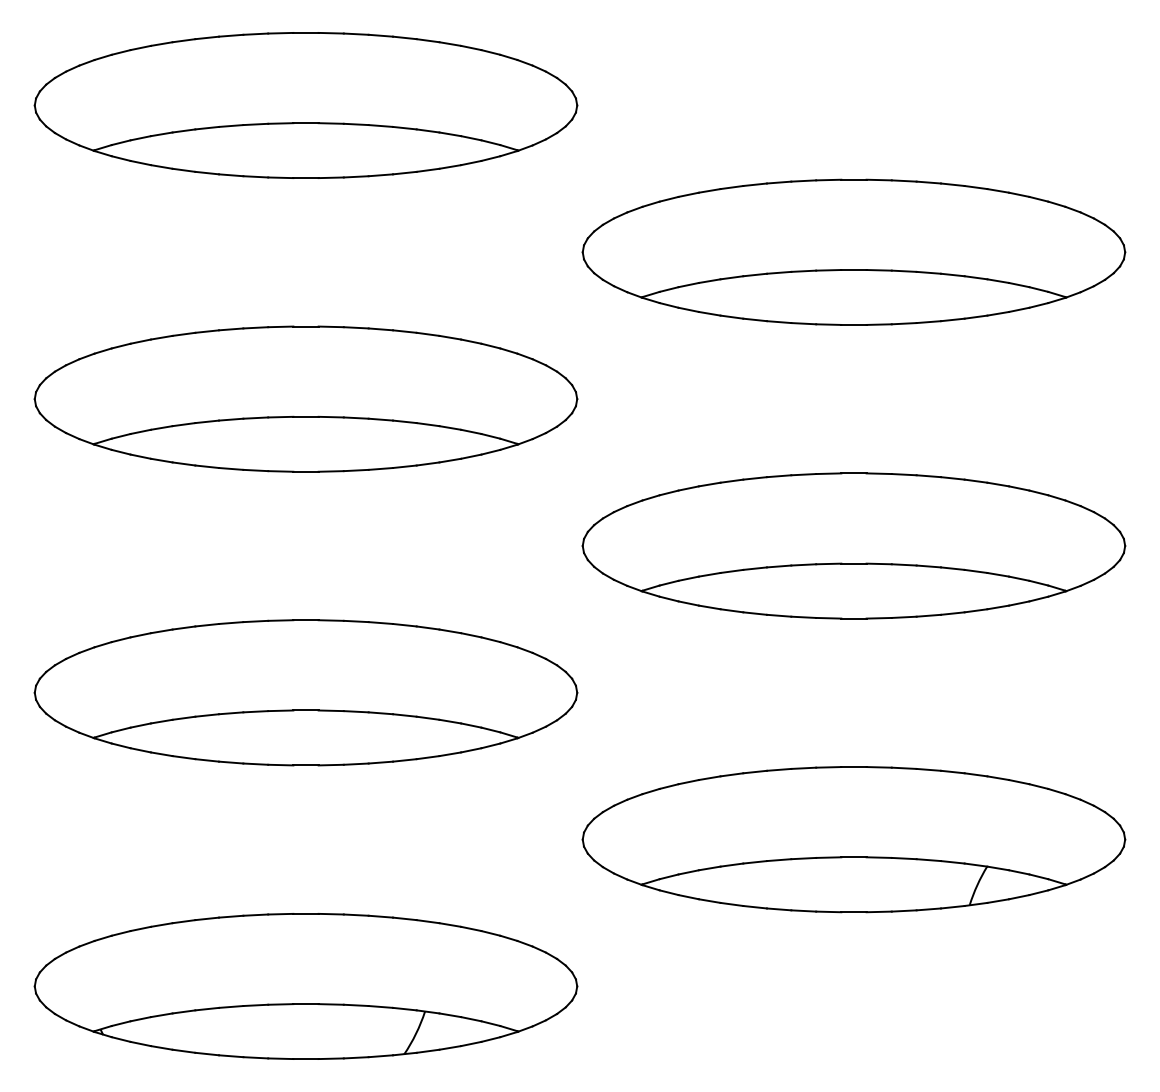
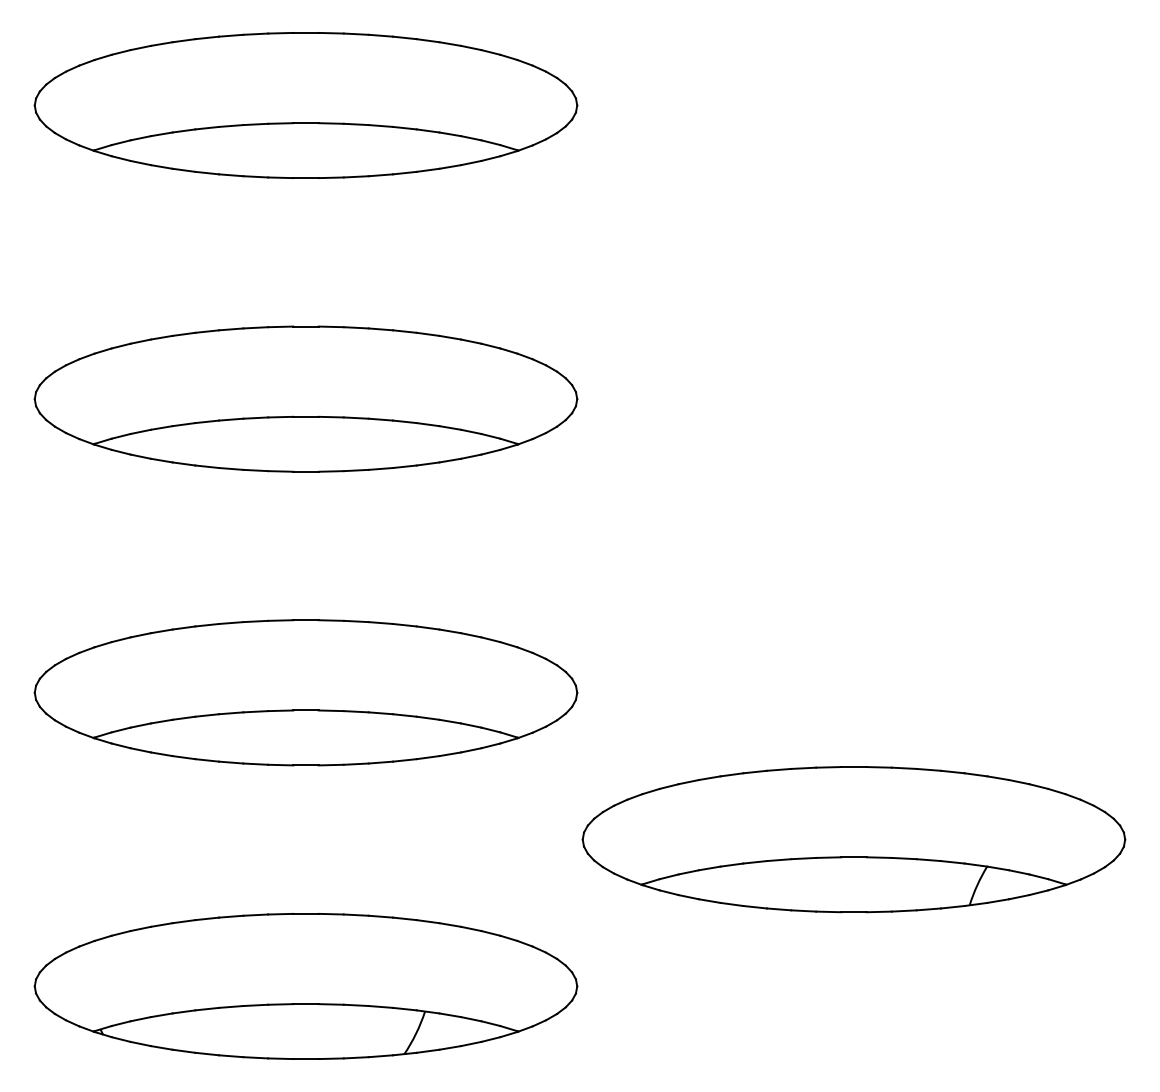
part at (853, 251): present -> none
part at (853, 545): present -> none
